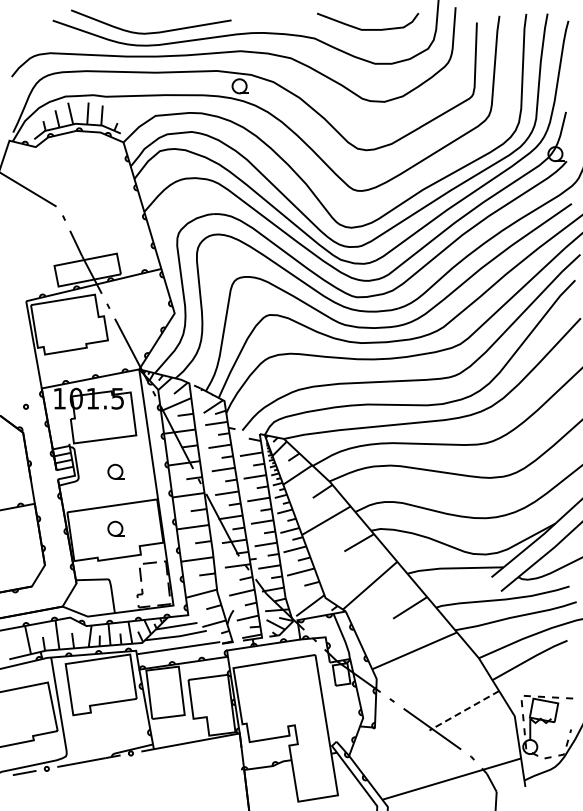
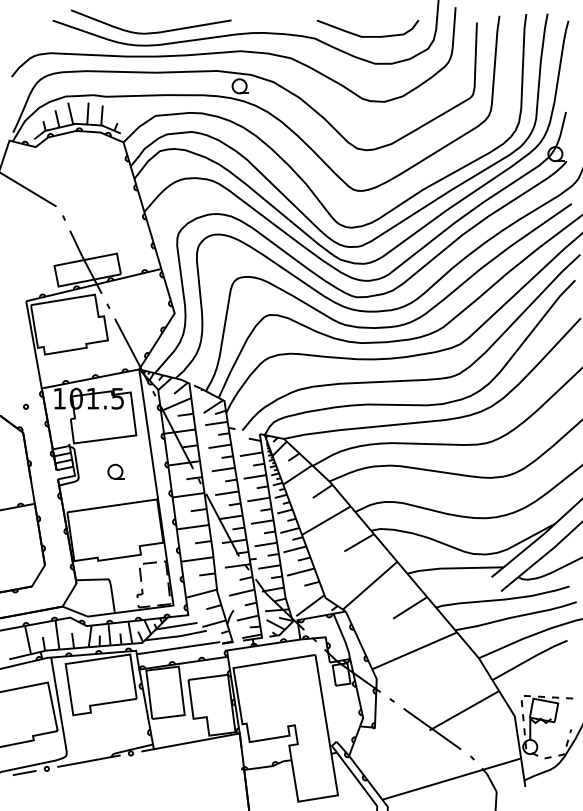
curve at (368, 29) position: (368, 29) -> (368, 36)
part at (115, 528): present -> none
line at (463, 711): dashed -> solid
